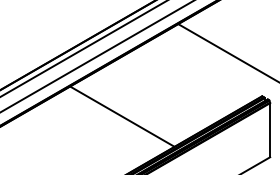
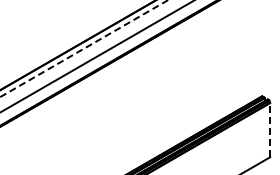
line at (84, 48): solid -> dashed
line at (227, 52): present -> none
line at (122, 116): present -> none
line at (270, 129): solid -> dashed
